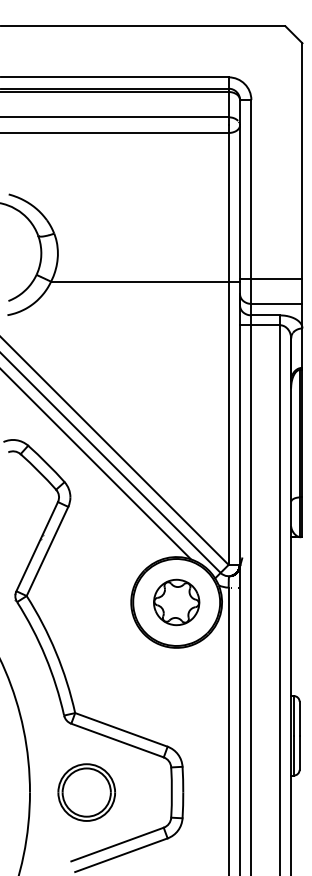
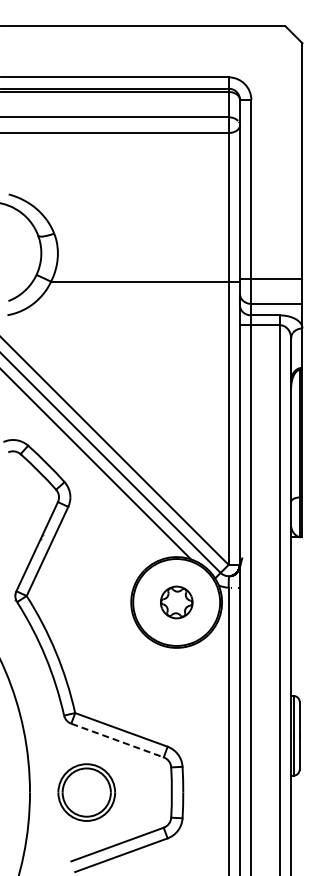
part at (176, 602) size: 48x49 px -> 34x35 px
line at (118, 740): solid -> dashed
